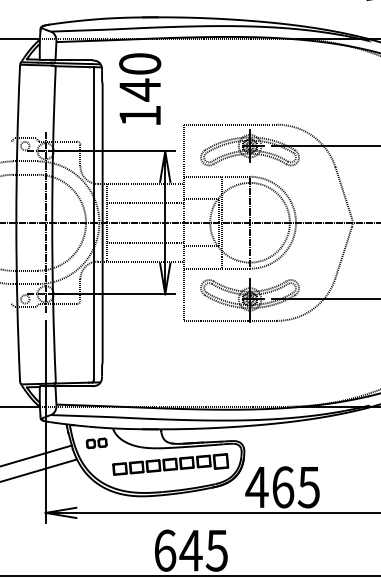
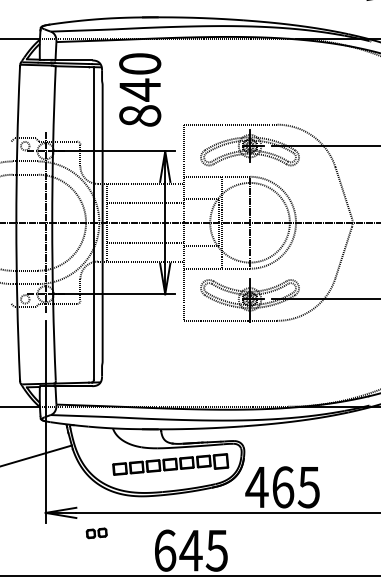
text at (140, 115): 140 -> 840
part at (96, 443) position: (96, 443) -> (96, 533)
line at (38, 470): present -> none
